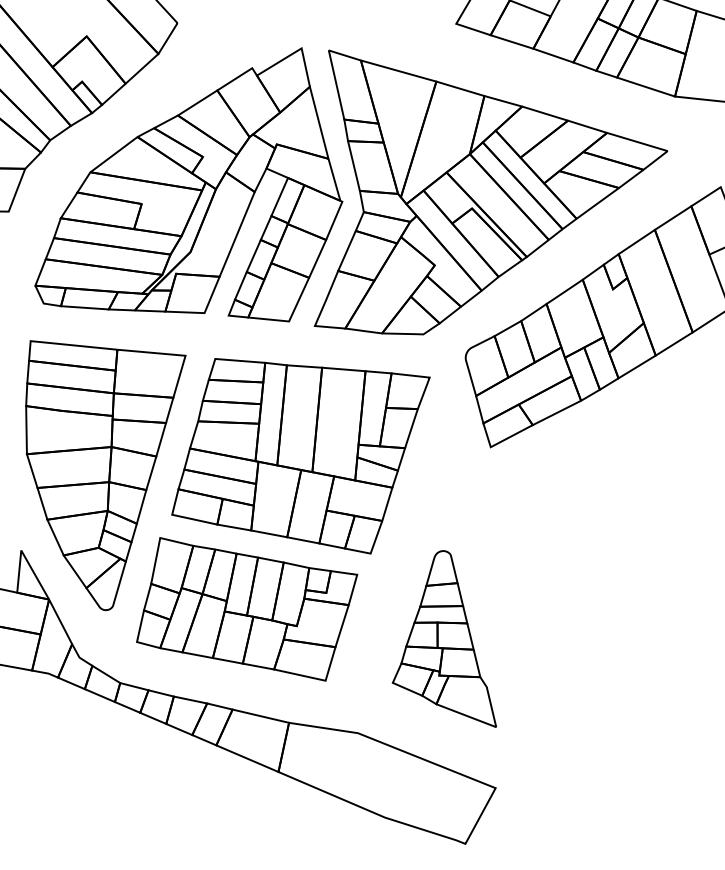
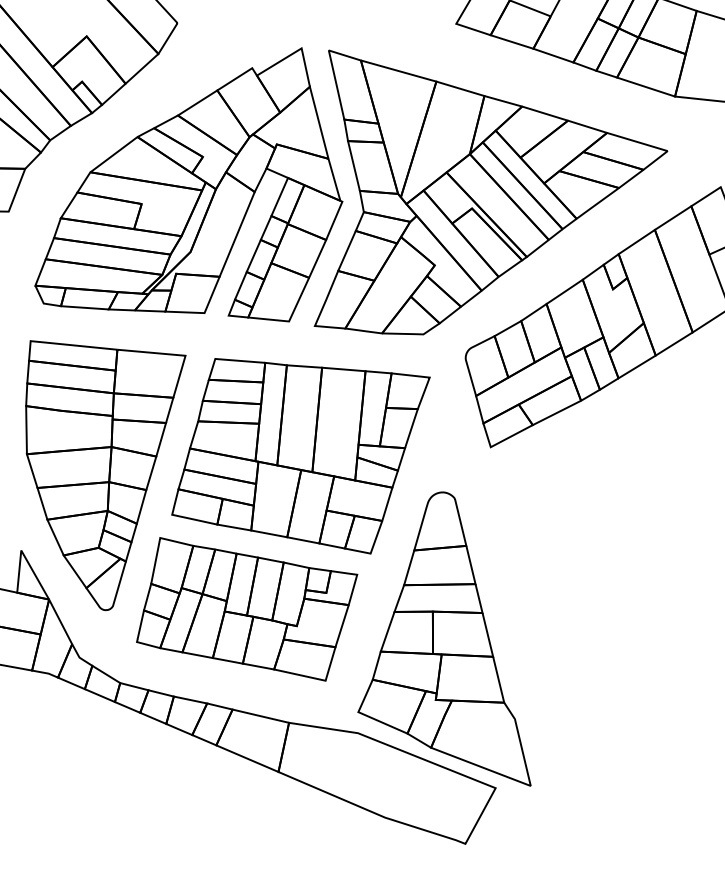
part at (443, 638) size: 106x178 px -> 175x296 px
